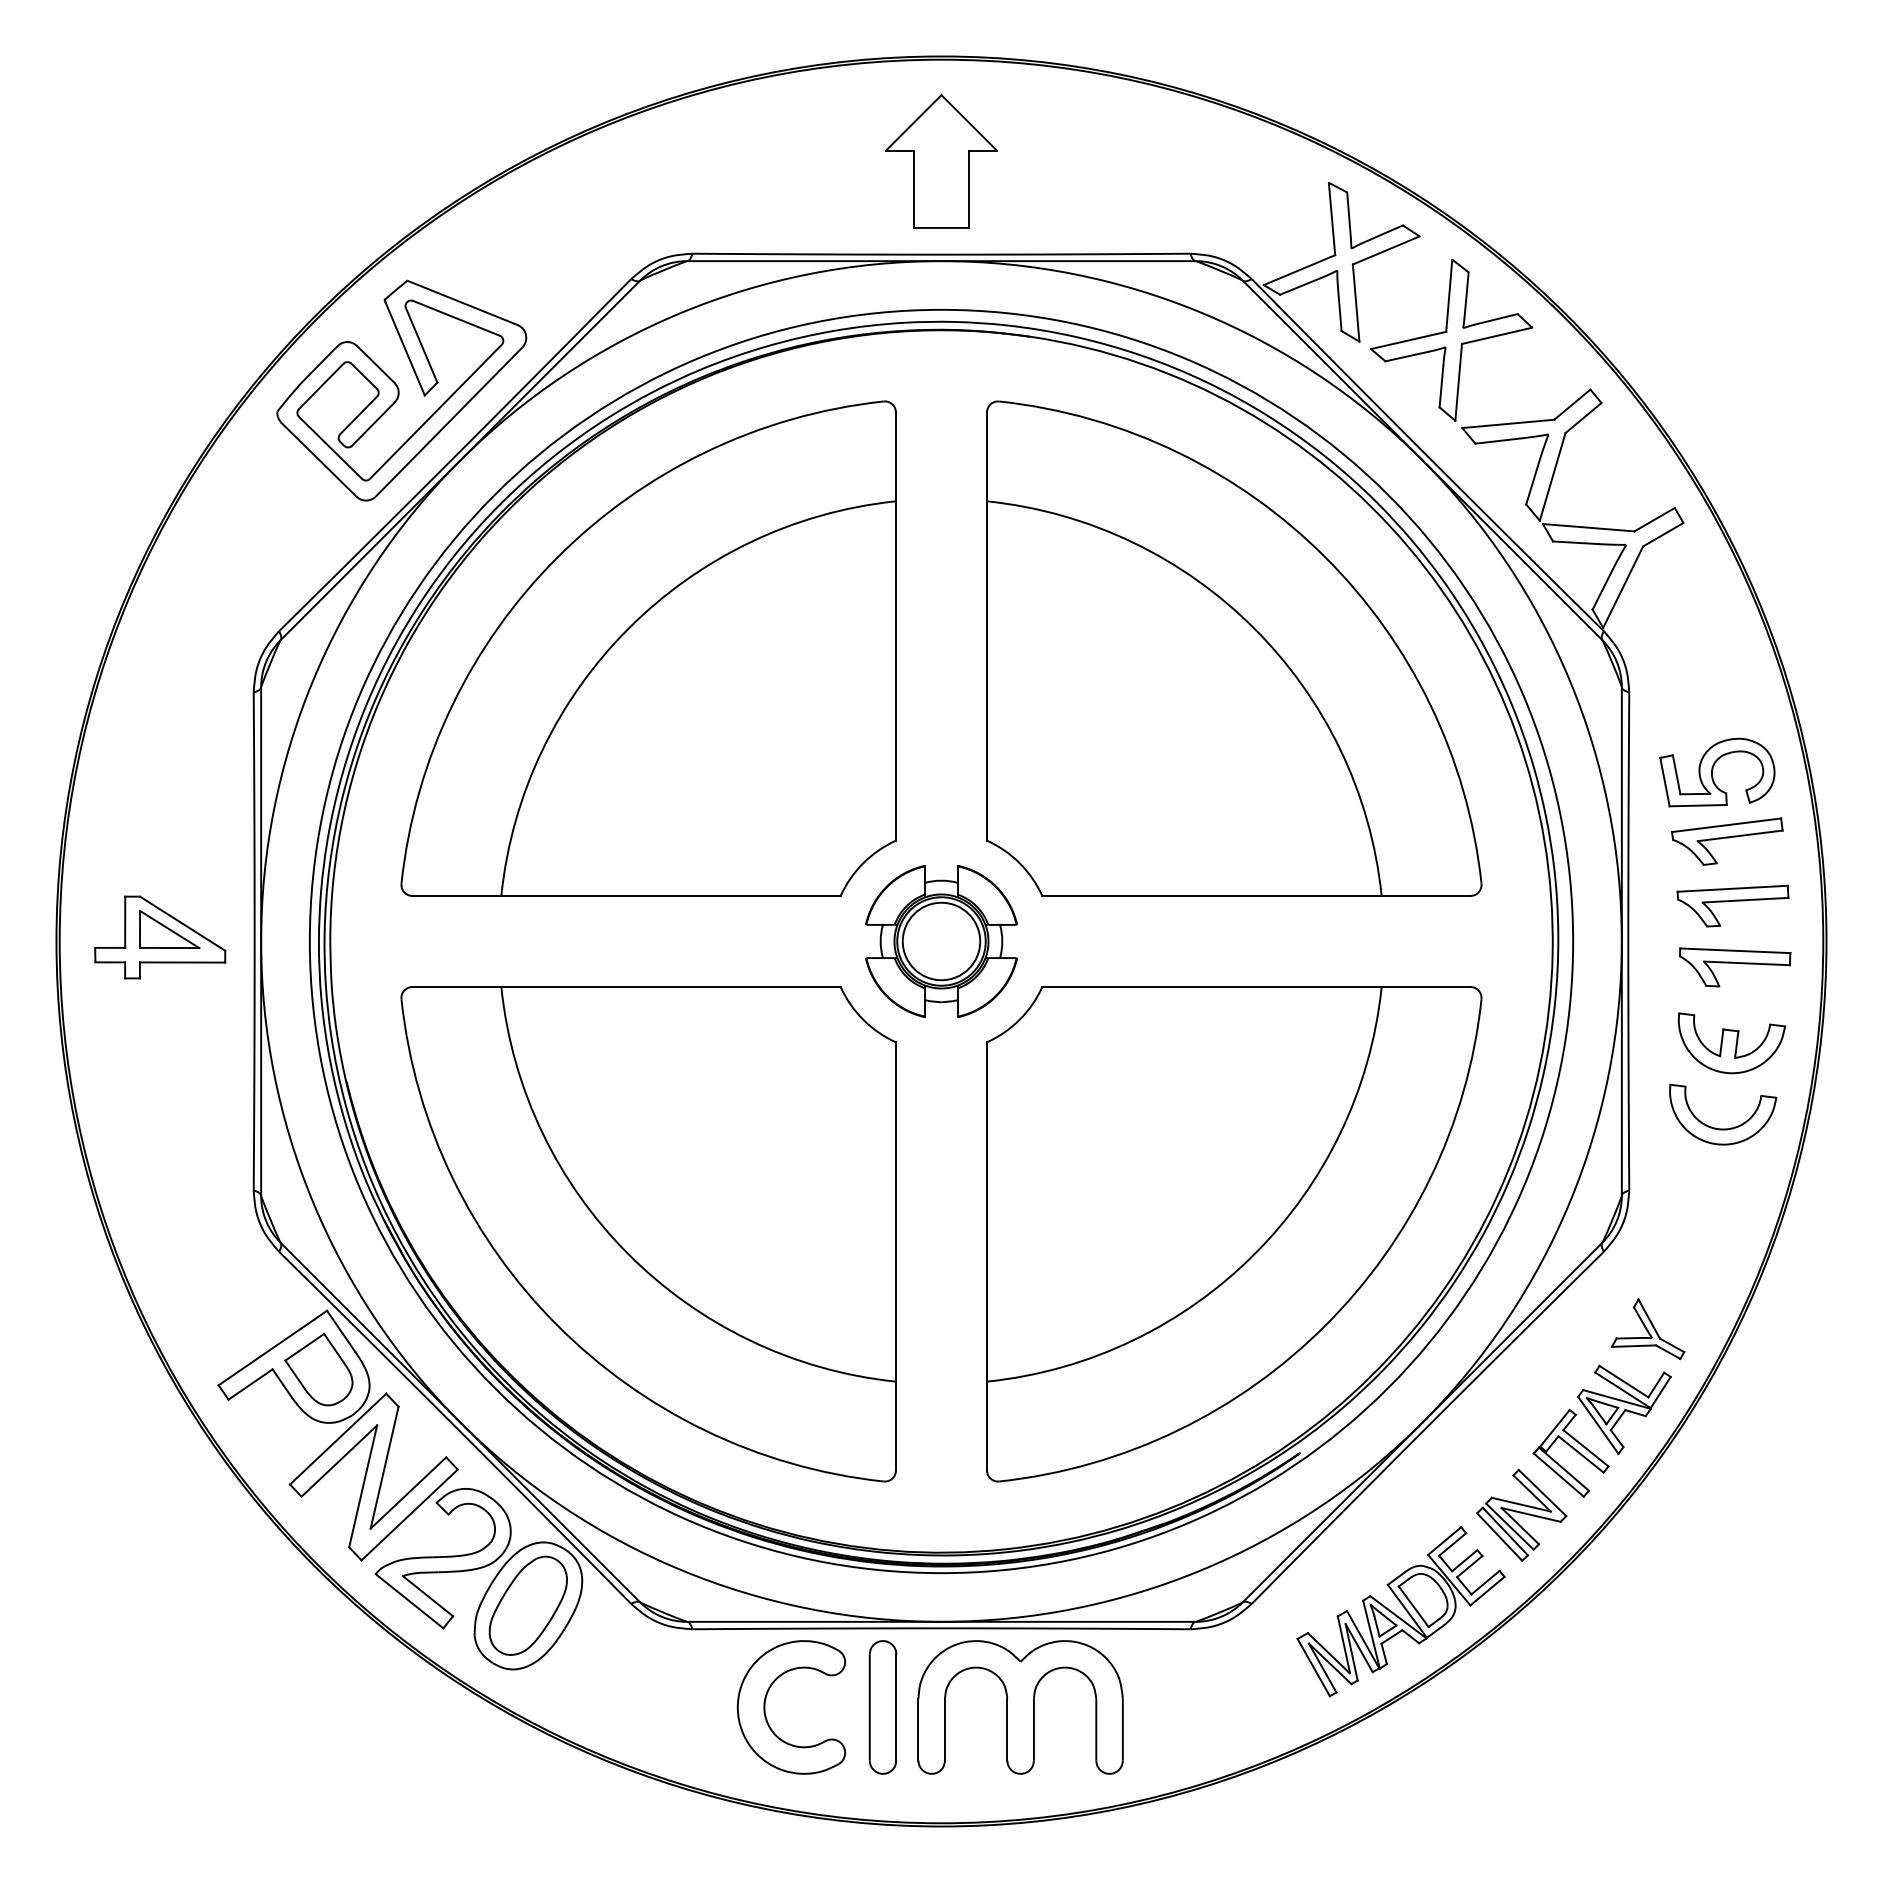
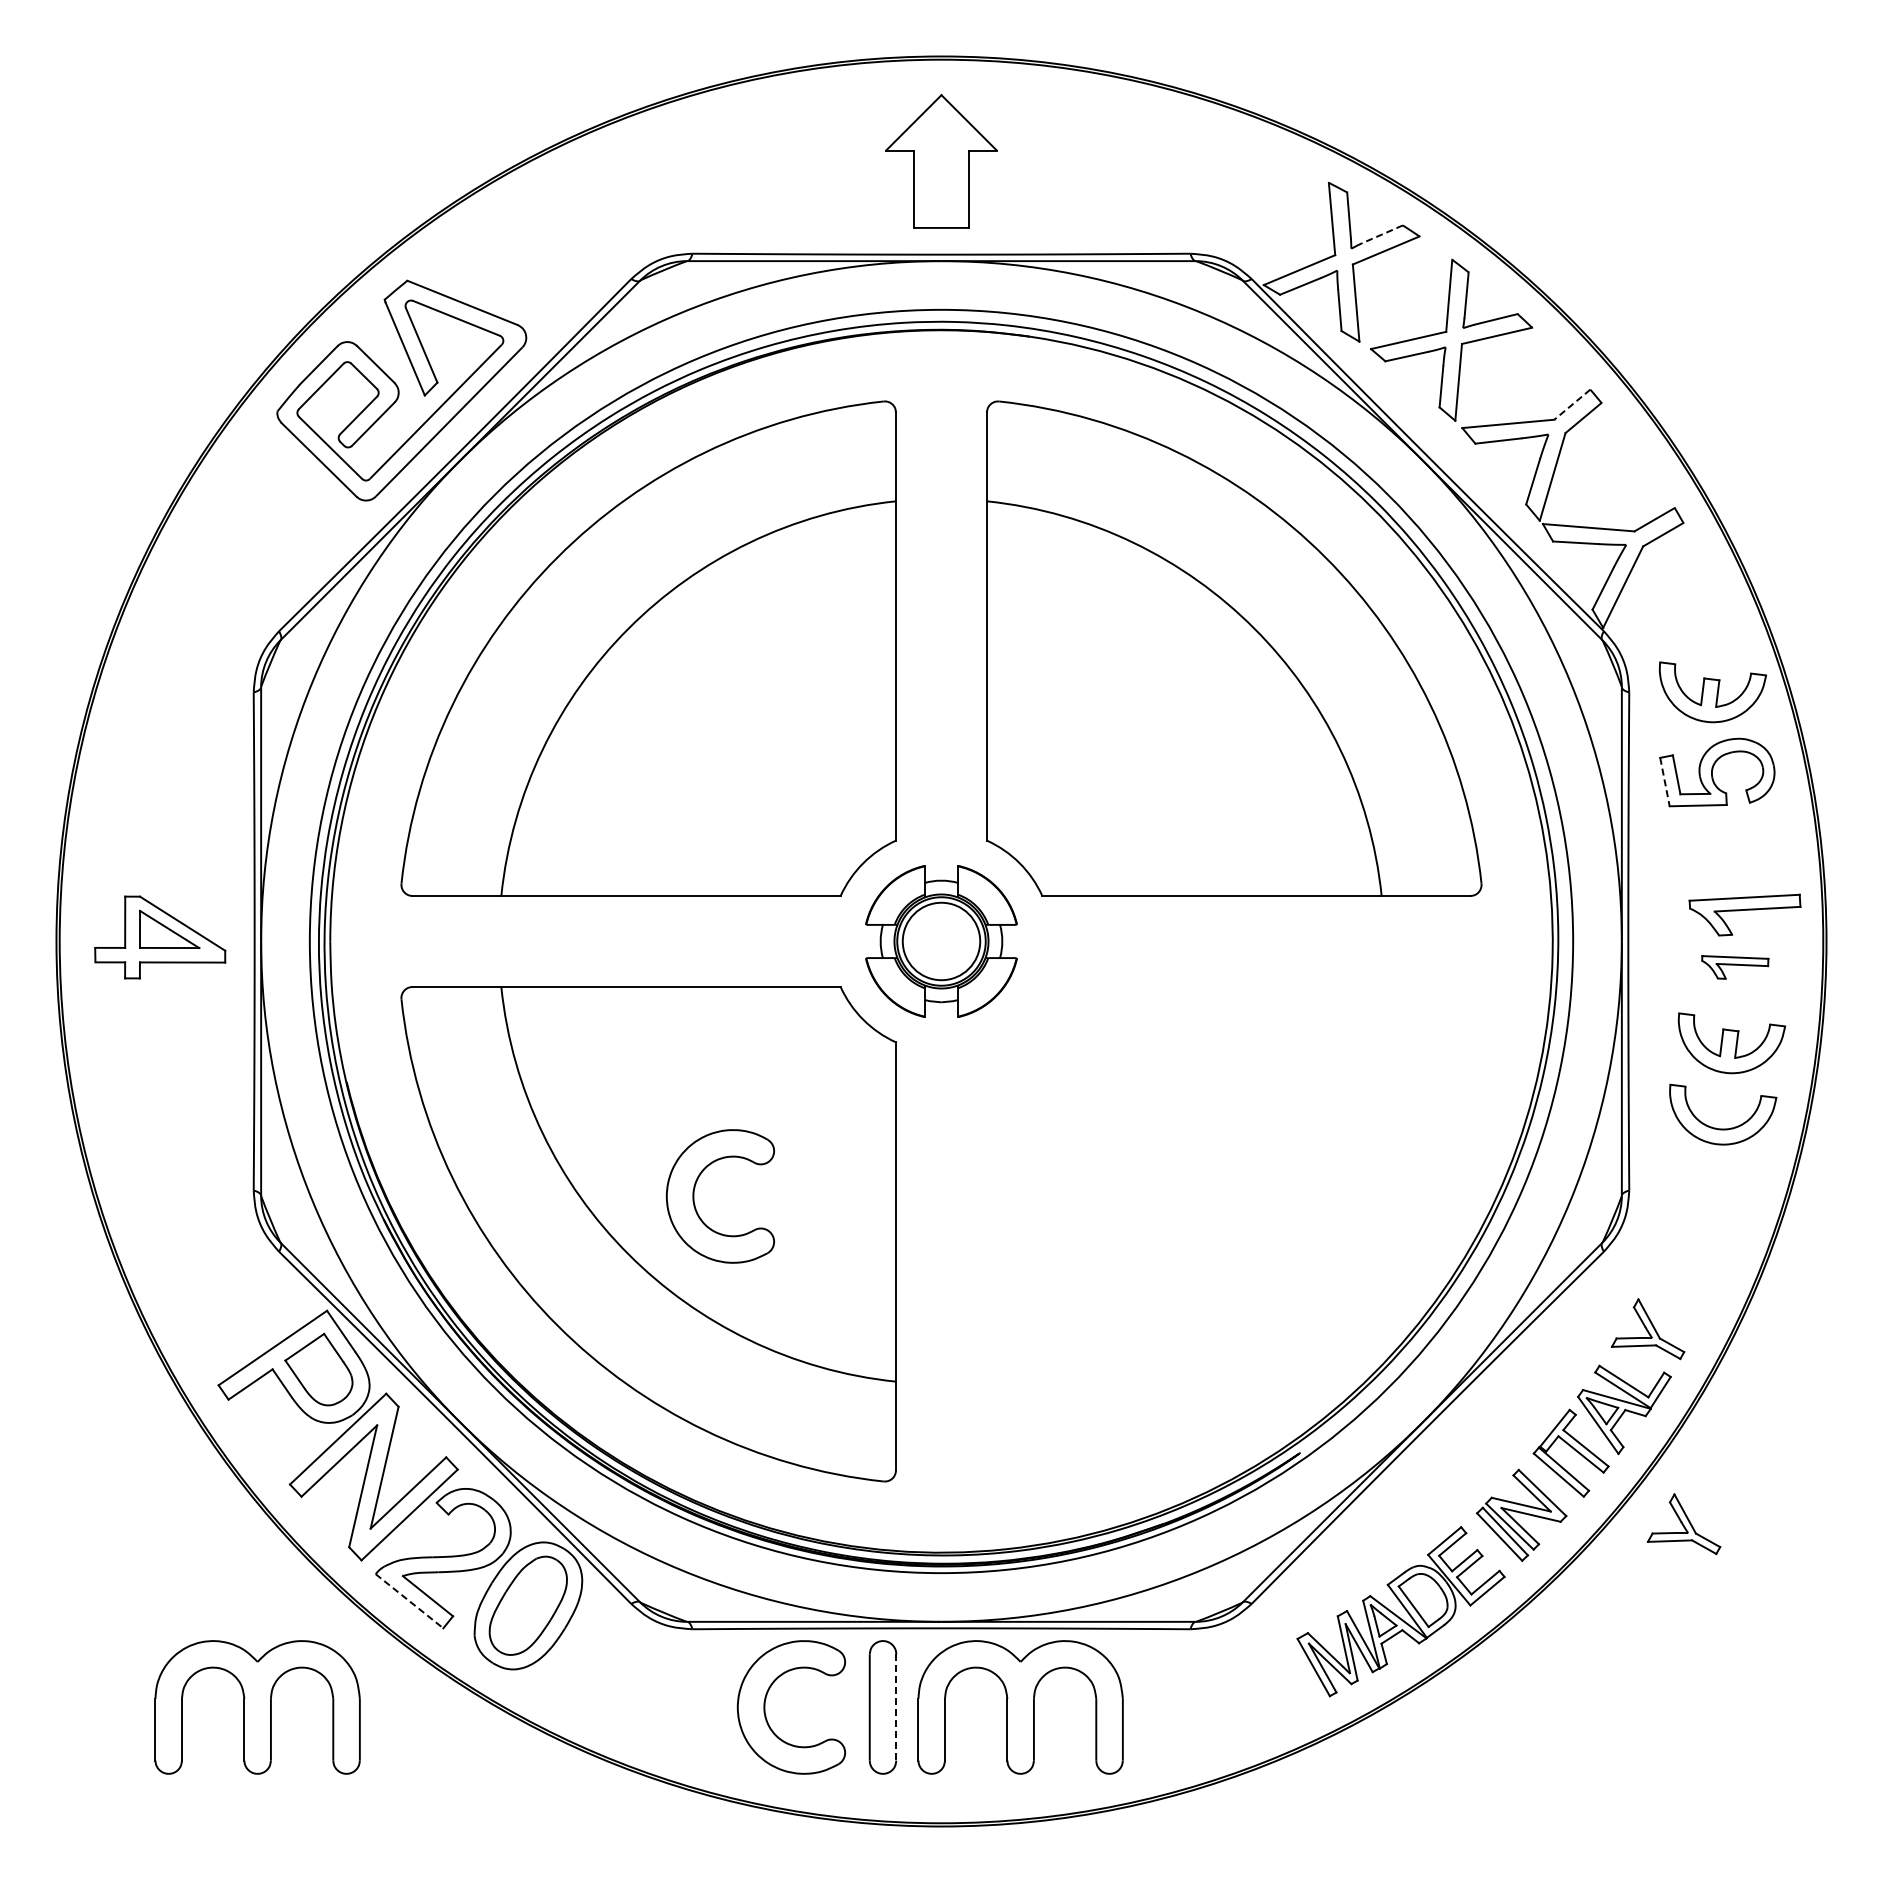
line at (1381, 234): solid -> dashed
line at (1571, 405): solid -> dashed
part at (1712, 692): none -> present
line at (1664, 782): solid -> dashed
part at (1727, 841): present -> none
part at (1732, 905) position: (1732, 905) -> (1744, 914)
part at (1735, 967) size: 113x41 px -> 69x25 px
part at (694, 1196): none -> present
part at (1234, 1234): present -> none
part at (1684, 1524): none -> present
line at (409, 1601): solid -> dashed
part at (257, 1707): none -> present
line at (896, 1707): solid -> dashed
